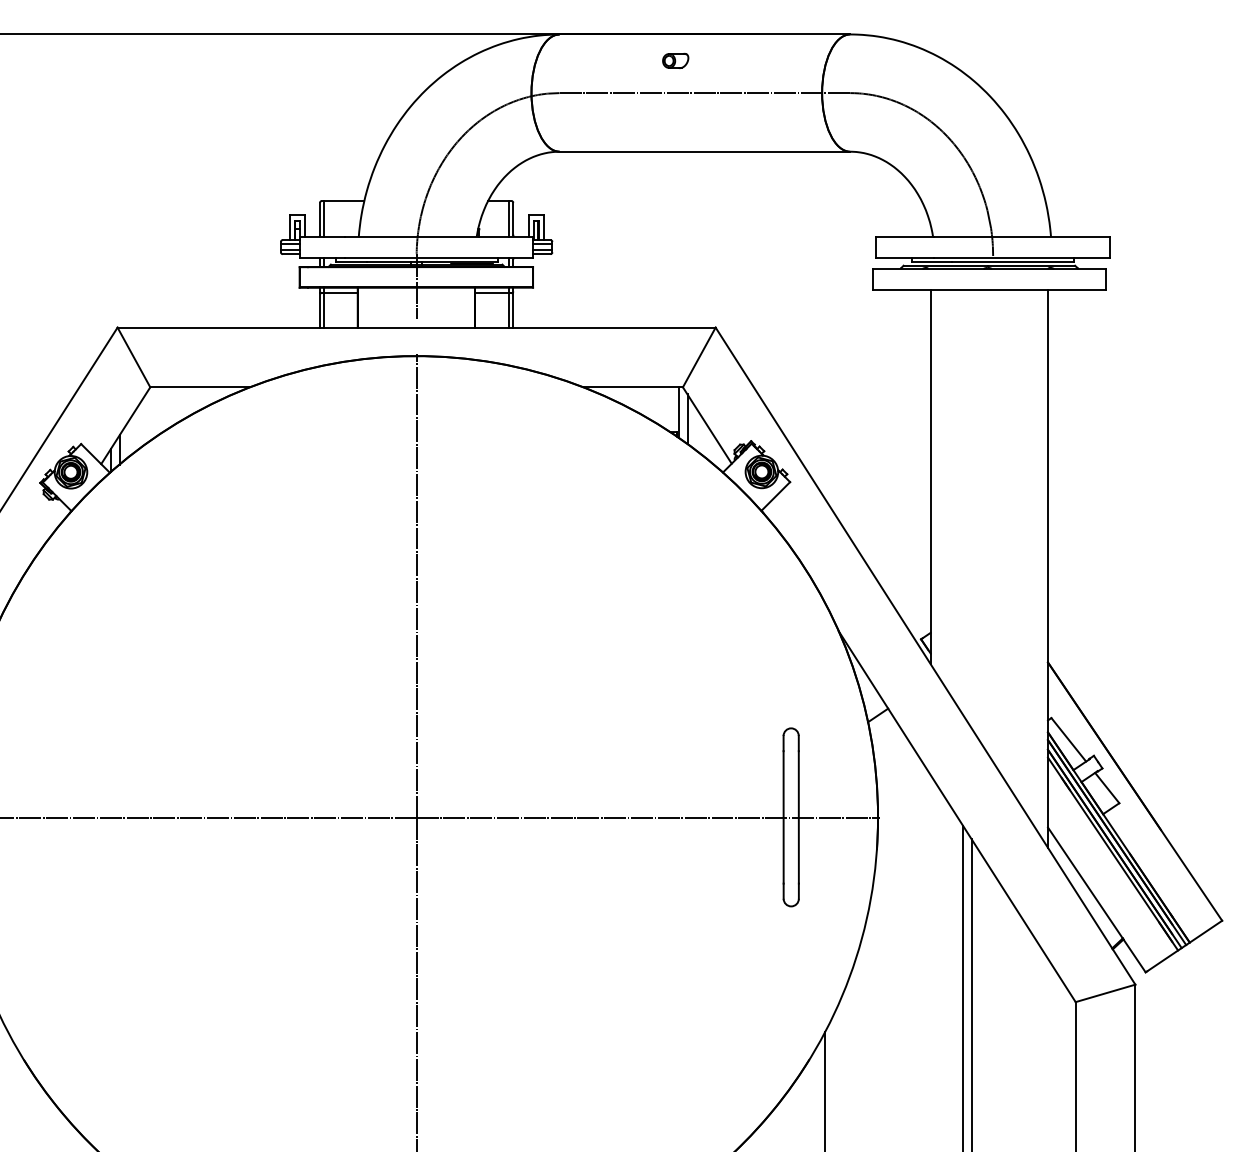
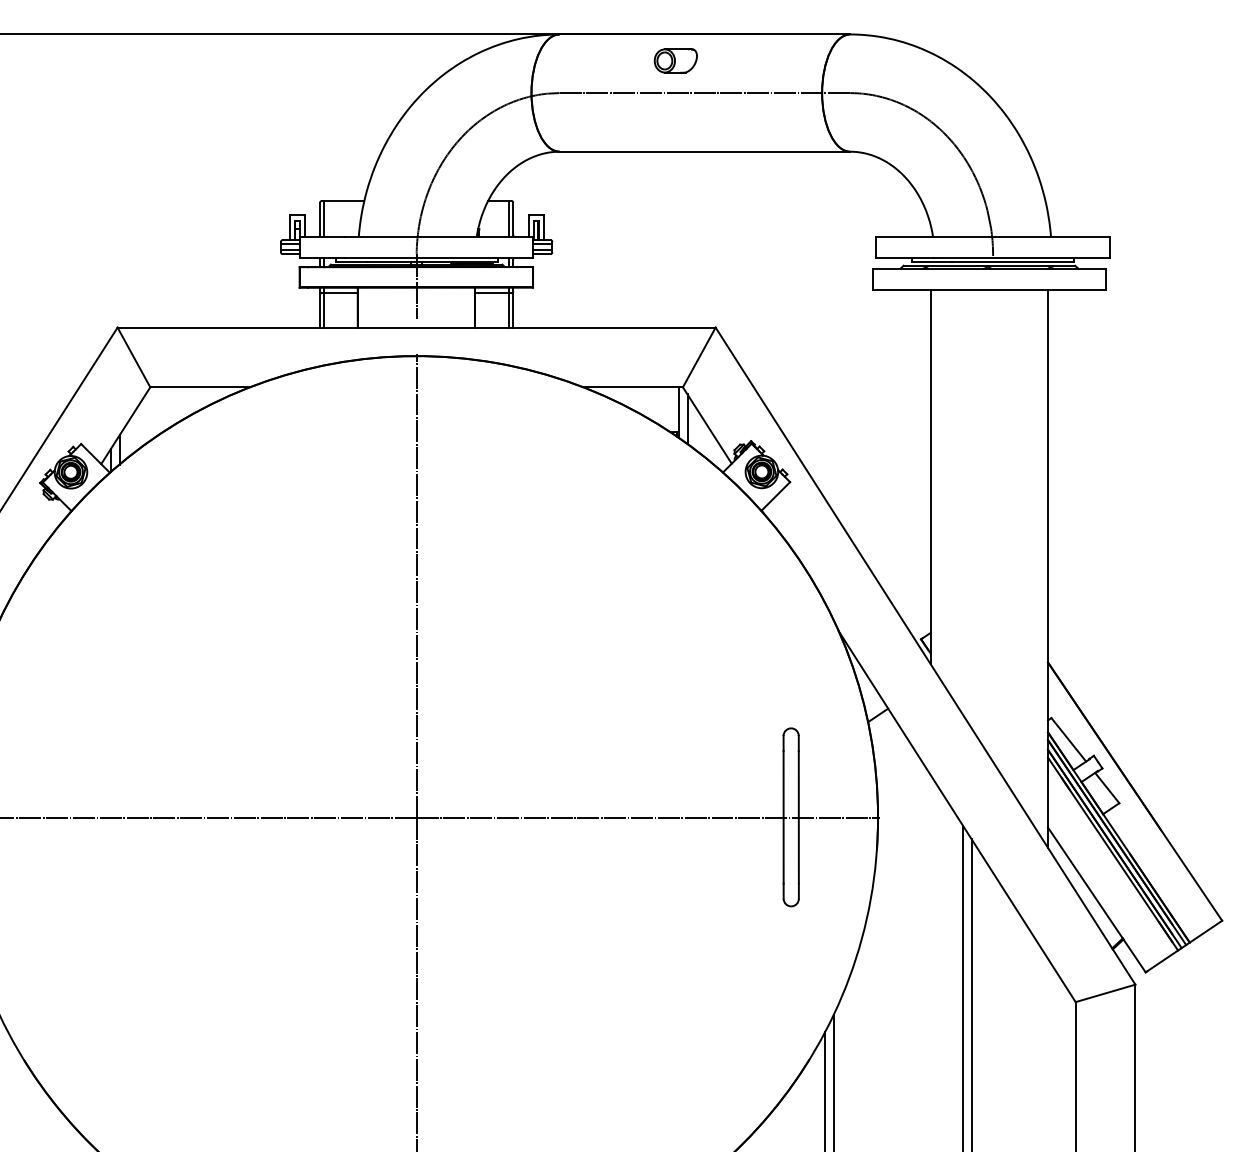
part at (675, 60) size: 28x17 px -> 45x26 px
line at (833, 1081): none -> present
